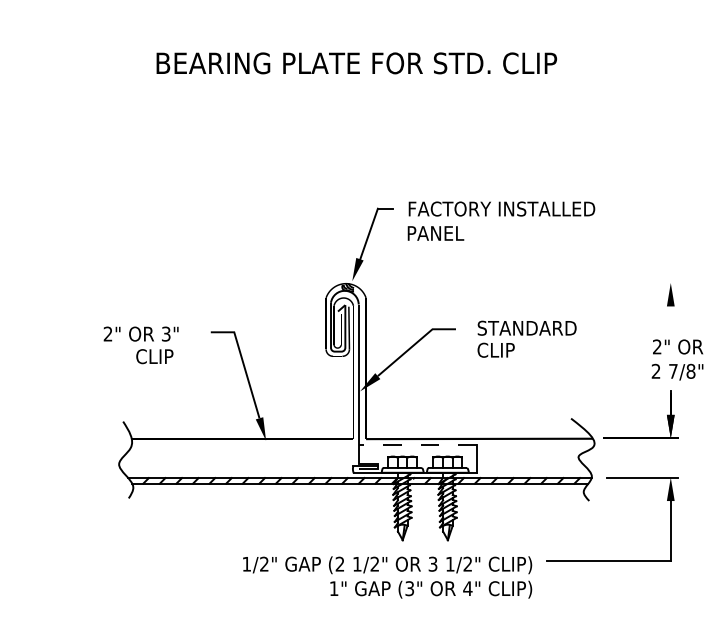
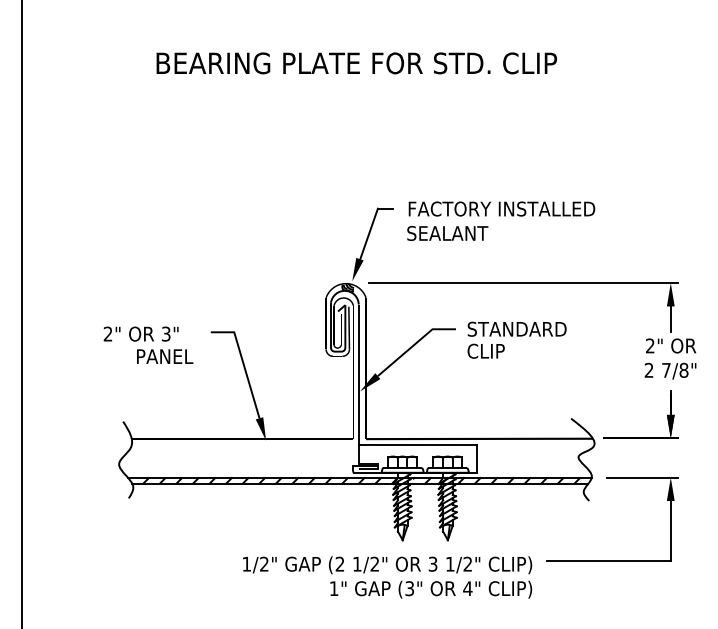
text at (447, 233): PANEL -> SEALANT
line at (523, 283): none -> present
line at (21, 313): none -> present
line at (670, 319): none -> present
text at (526, 338) position: (526, 338) -> (516, 339)
text at (164, 356): CLIP -> PANEL
text at (677, 359) position: (677, 359) -> (670, 358)
line at (417, 444): dashed -> solid
